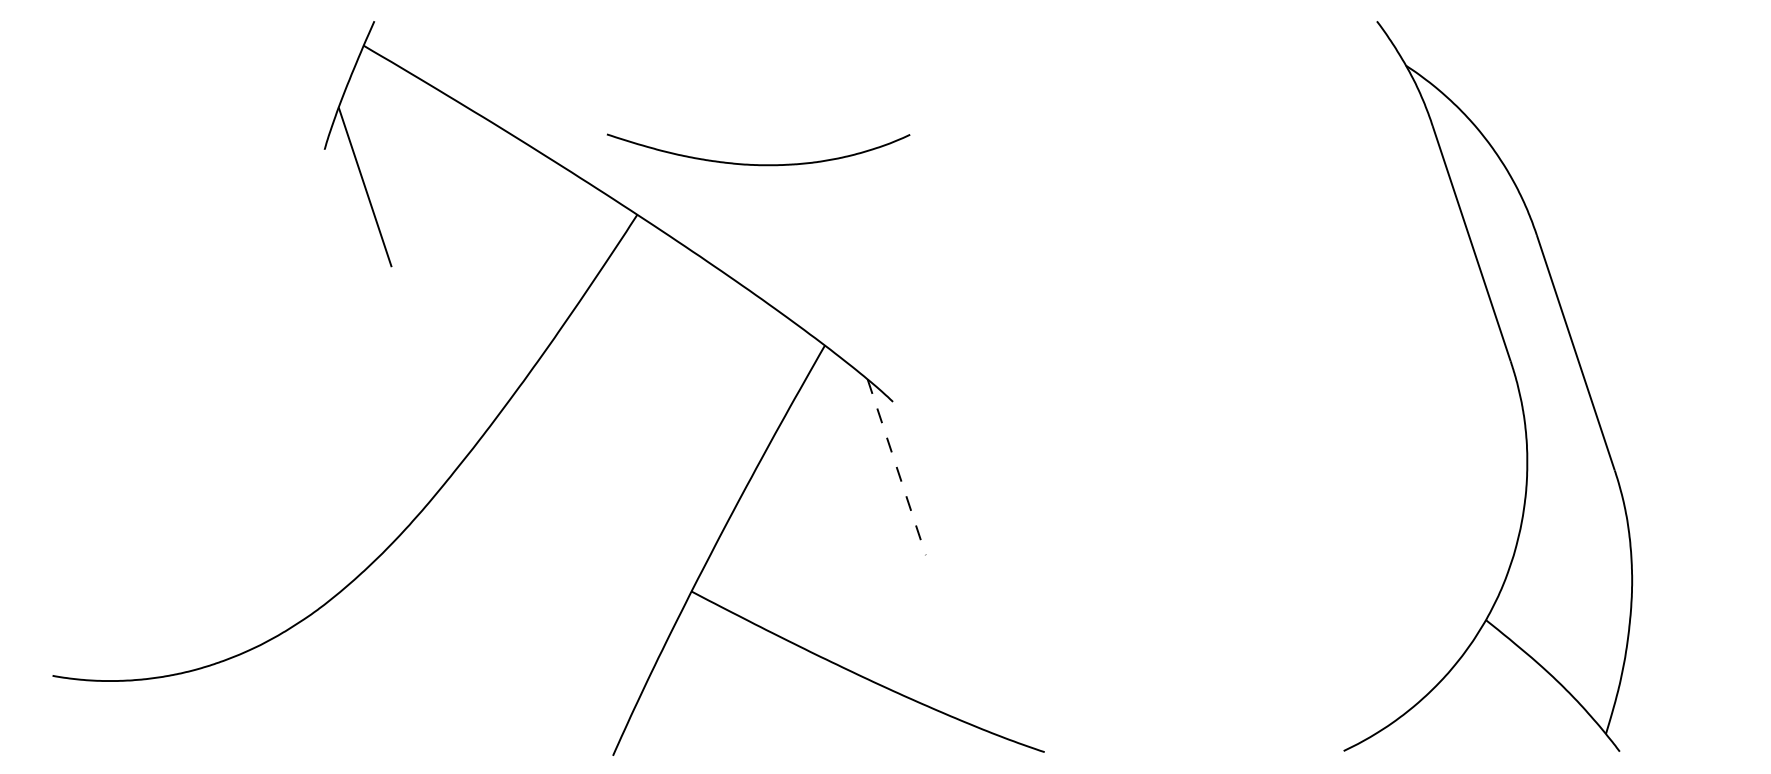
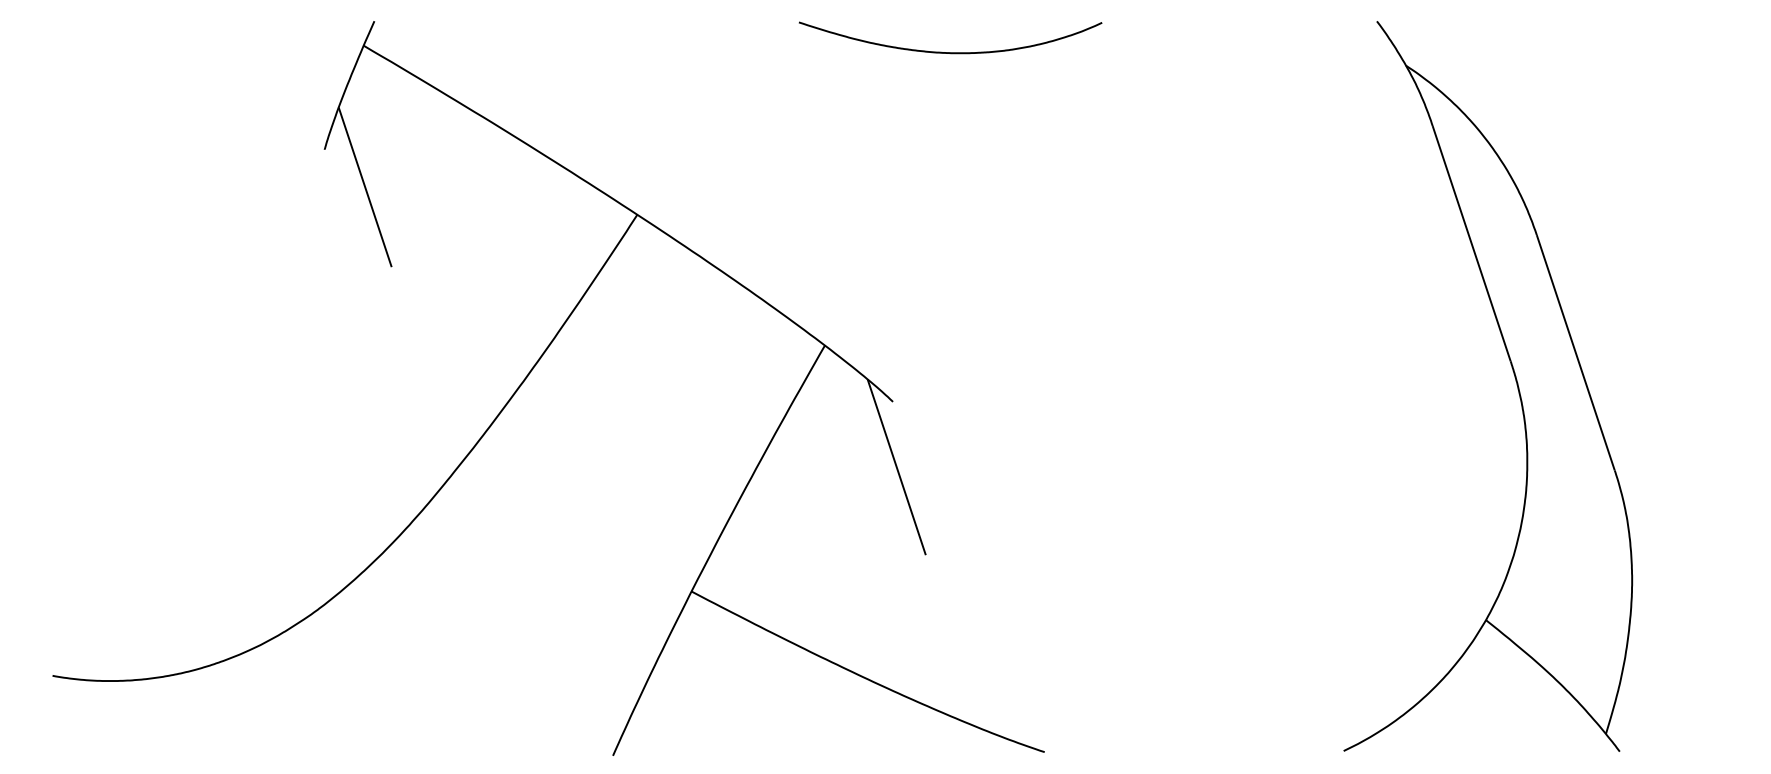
curve at (758, 164) position: (758, 164) -> (950, 52)
line at (896, 467): dashed -> solid
